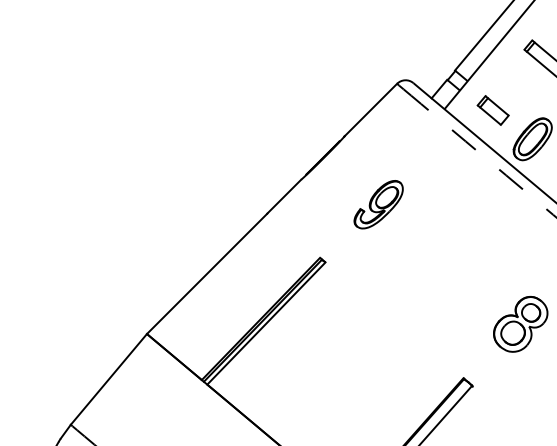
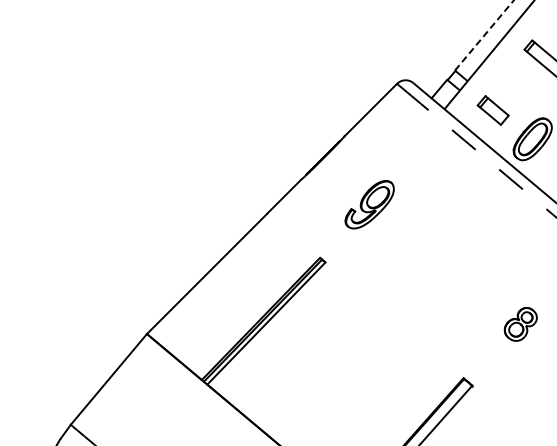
line at (484, 35): solid -> dashed
part at (378, 204) position: (378, 204) -> (369, 204)
part at (520, 324) size: 56x57 px -> 35x35 px
